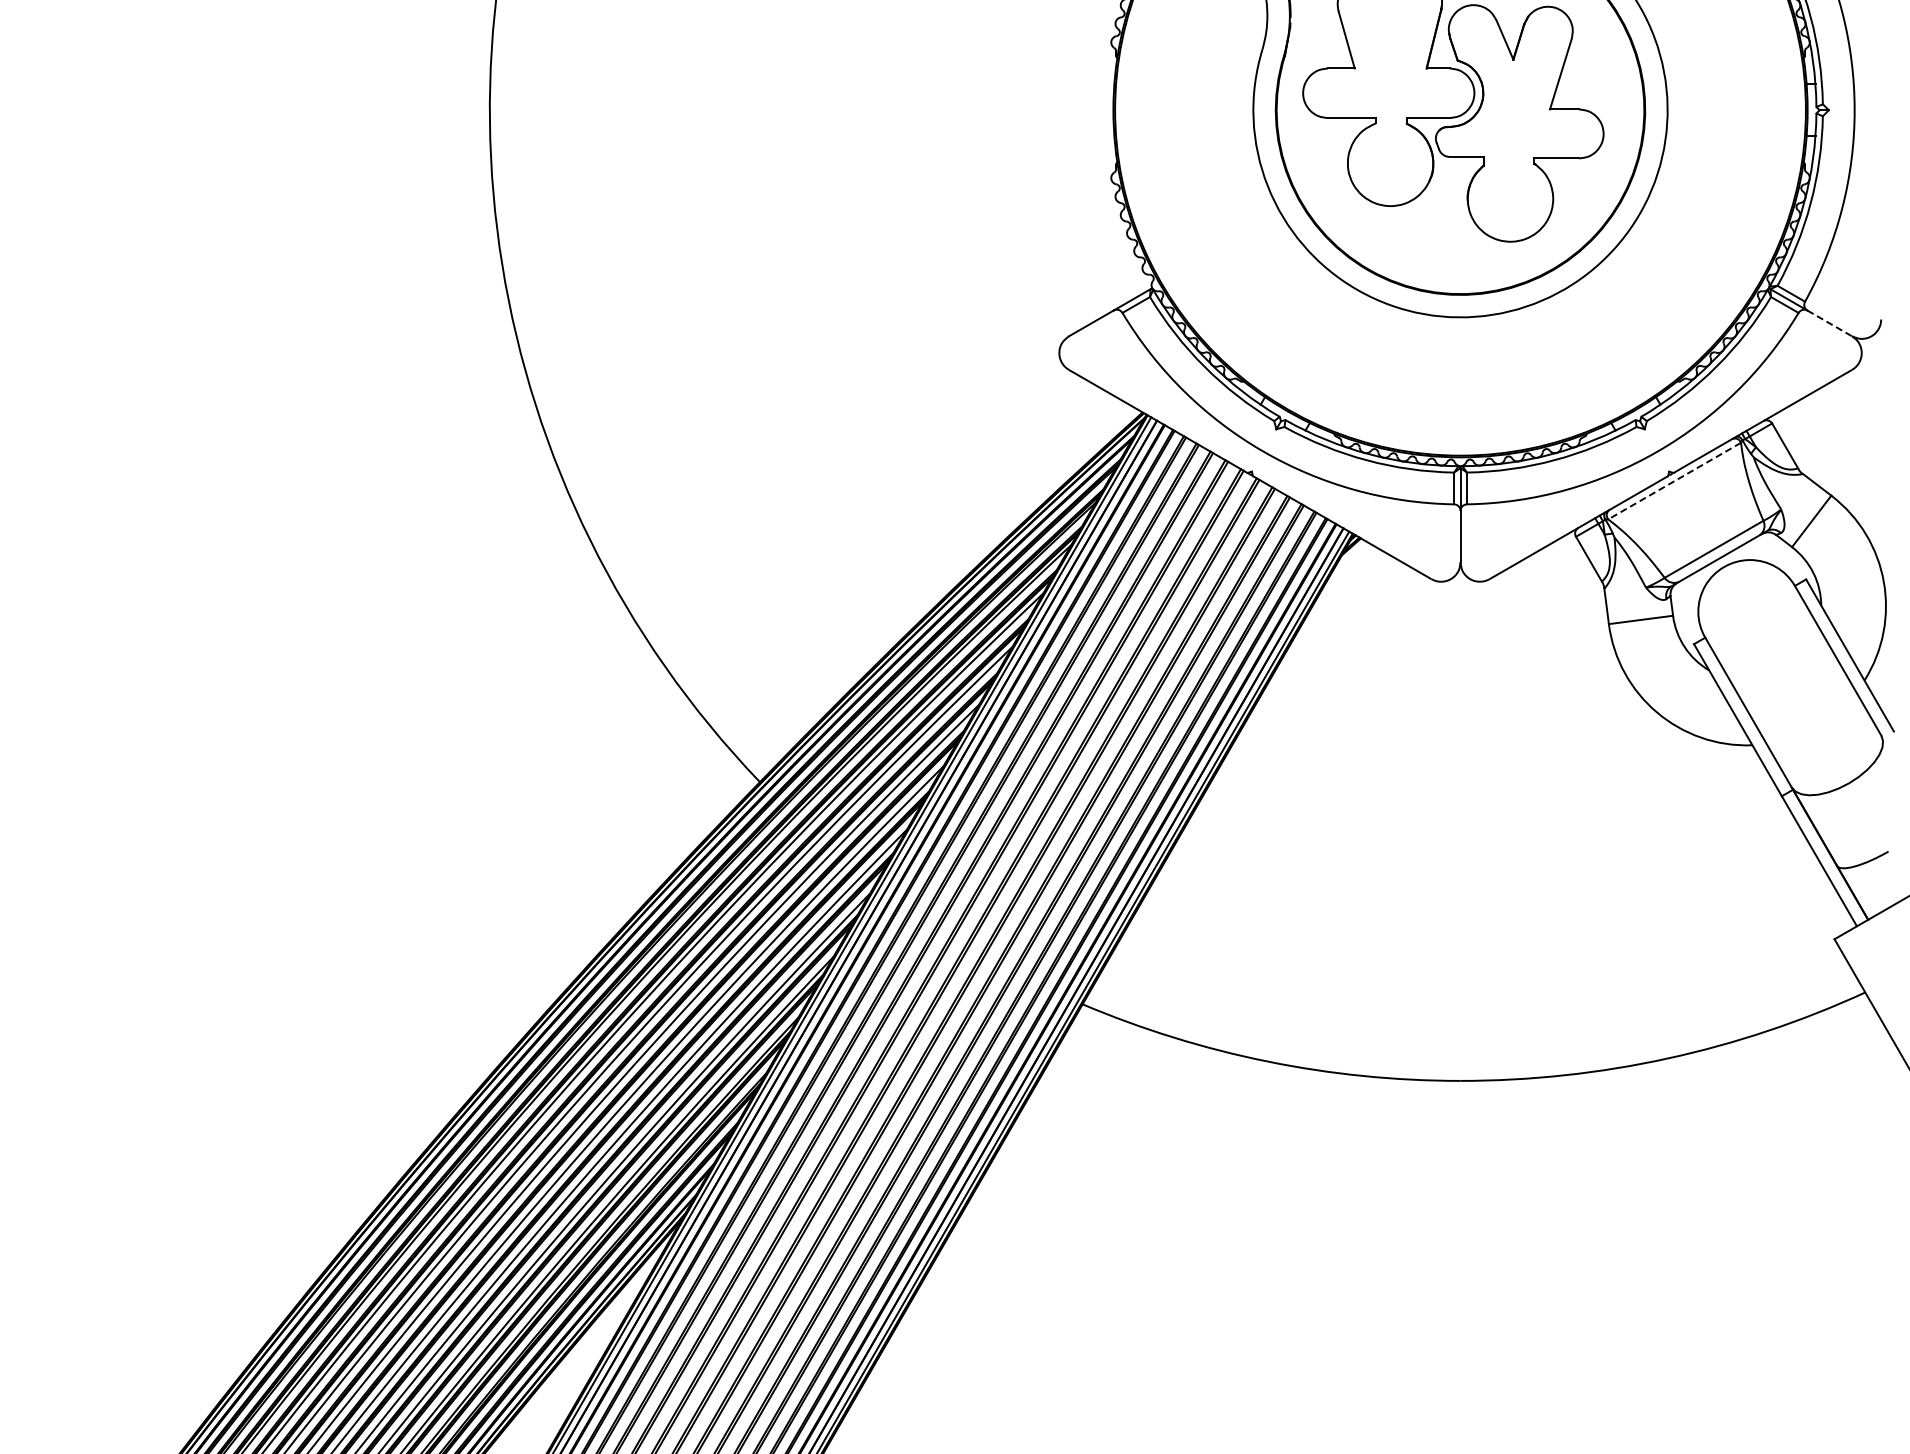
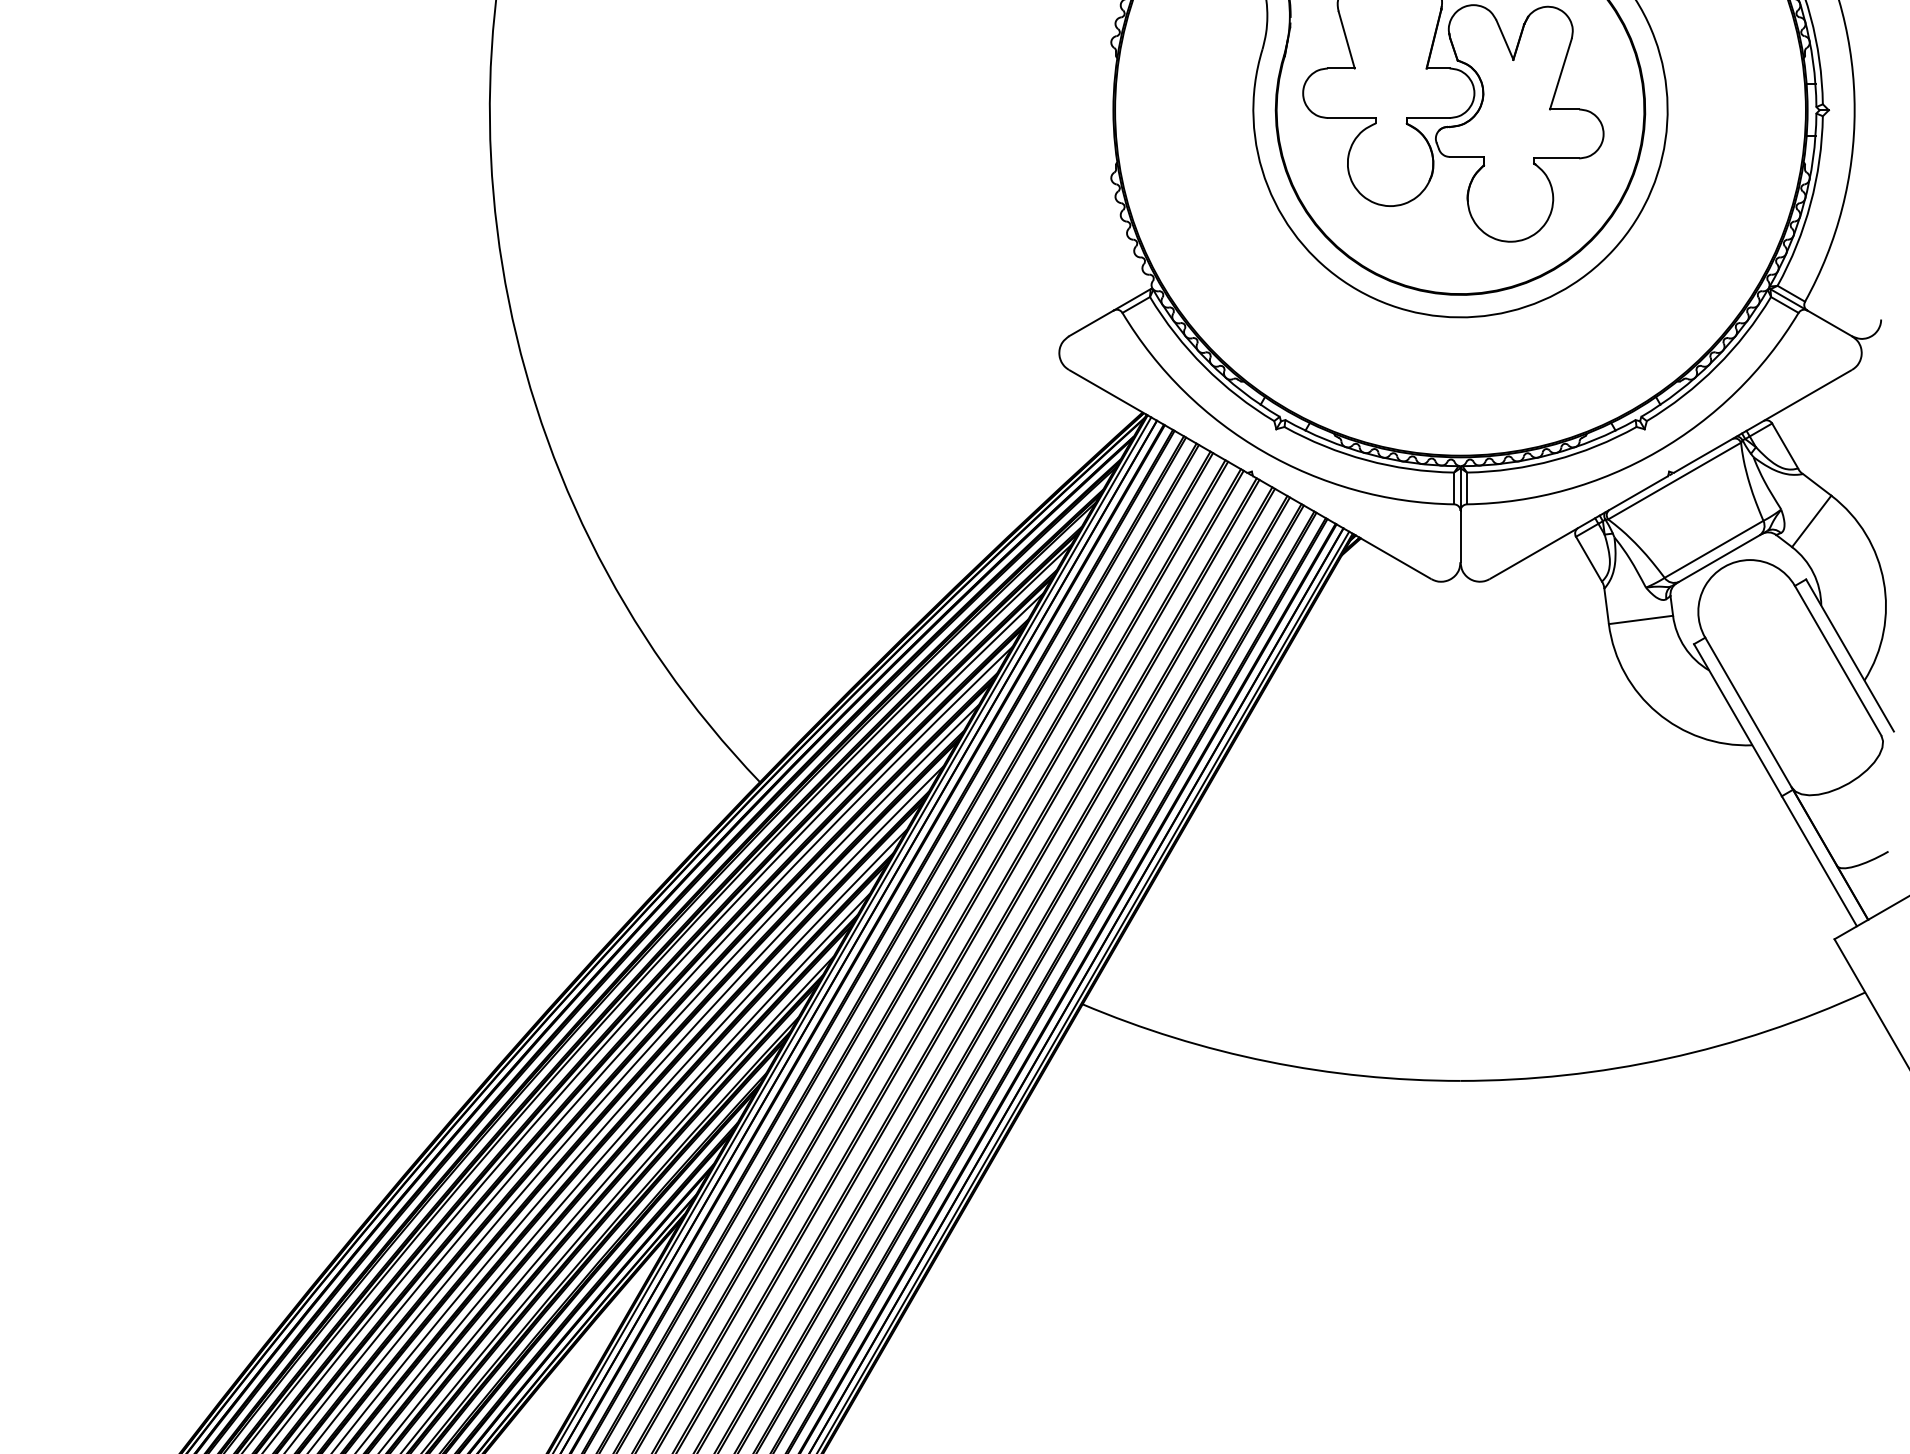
line at (1829, 323): dashed -> solid
line at (1674, 481): dashed -> solid
